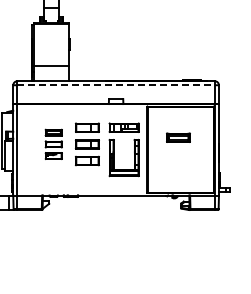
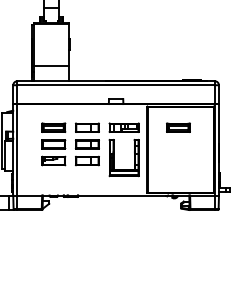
line at (116, 85): dashed -> solid
part at (178, 137) position: (178, 137) -> (178, 127)
part at (53, 143) size: 19x32 px -> 26x45 px
